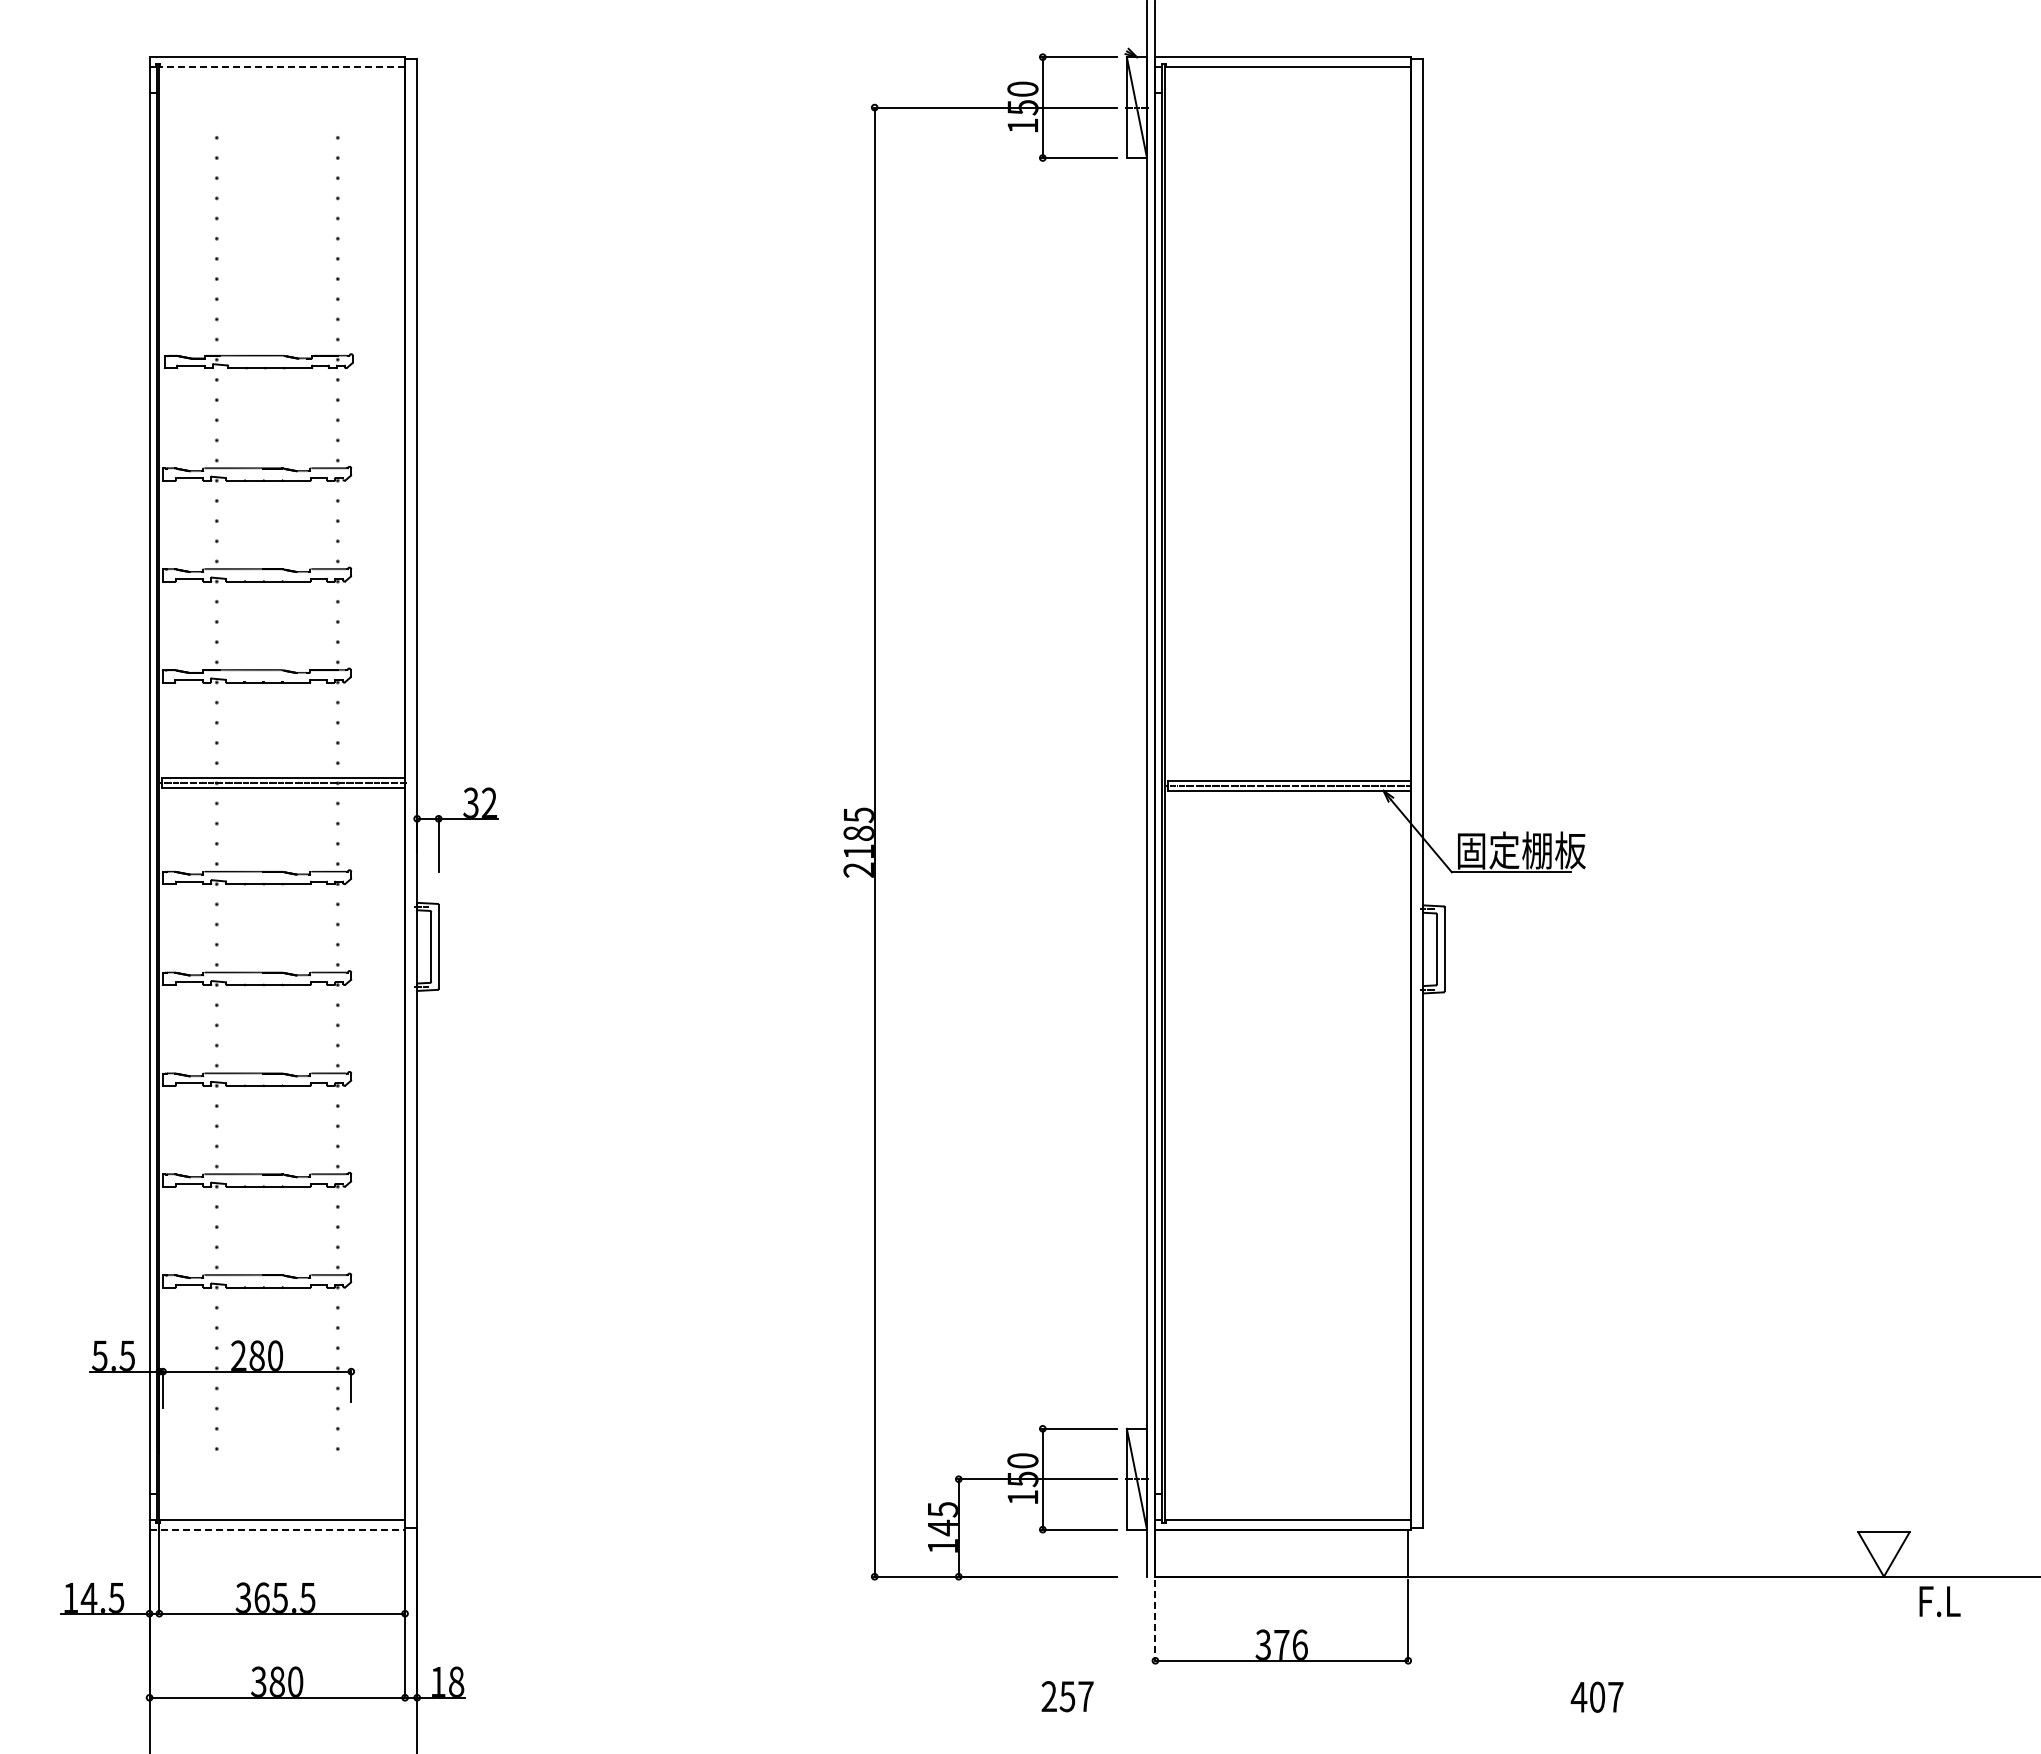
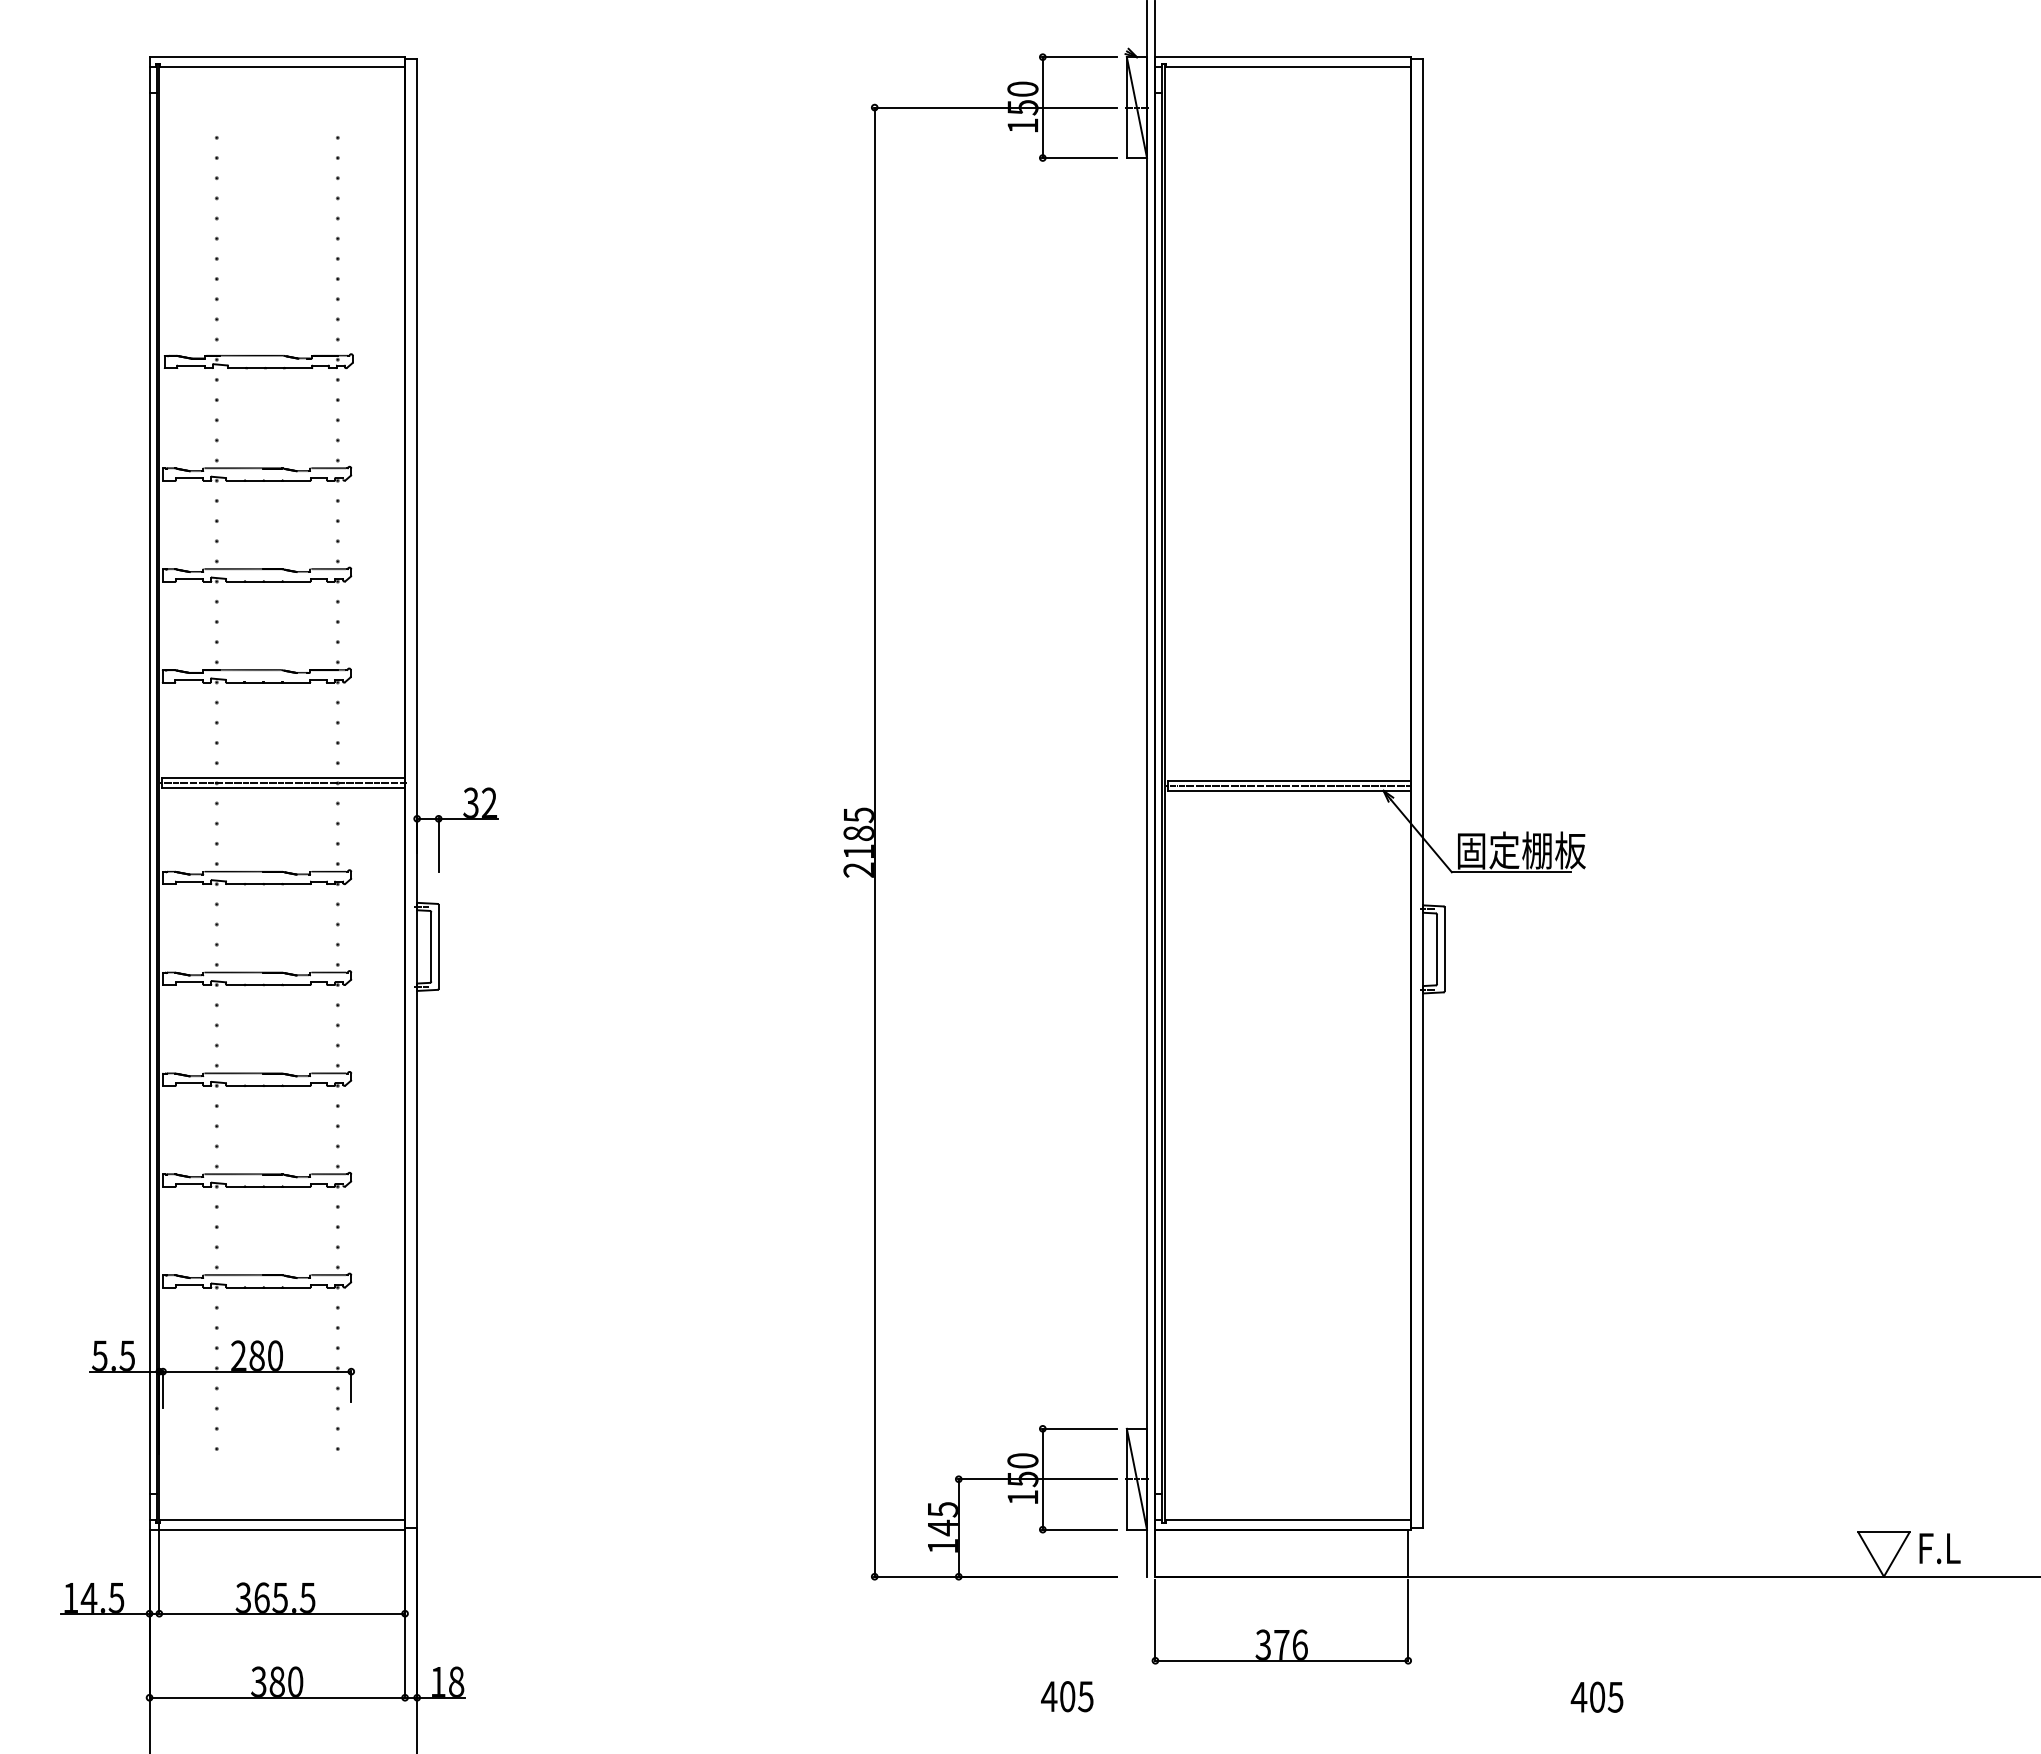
line at (282, 67): dashed -> solid
line at (277, 1529): dashed -> solid
text at (1939, 1601) position: (1939, 1601) -> (1939, 1548)
line at (1155, 1620): dashed -> solid
text at (1067, 1696): 257 -> 405
text at (1615, 1697): 407 -> 405
